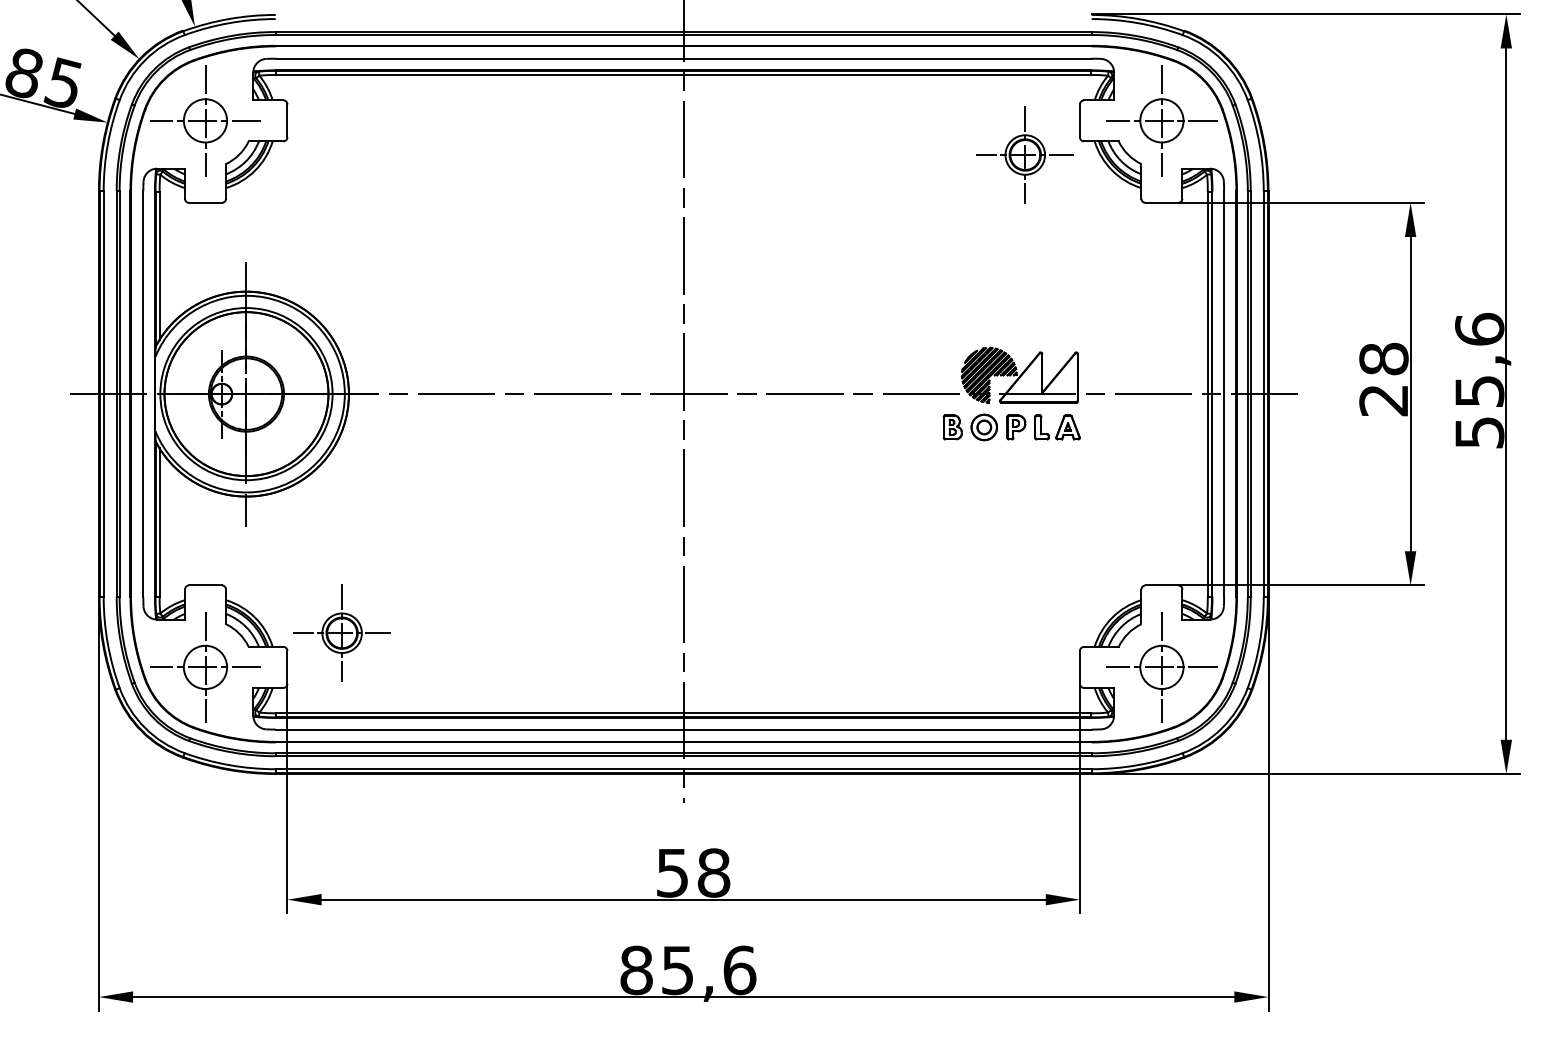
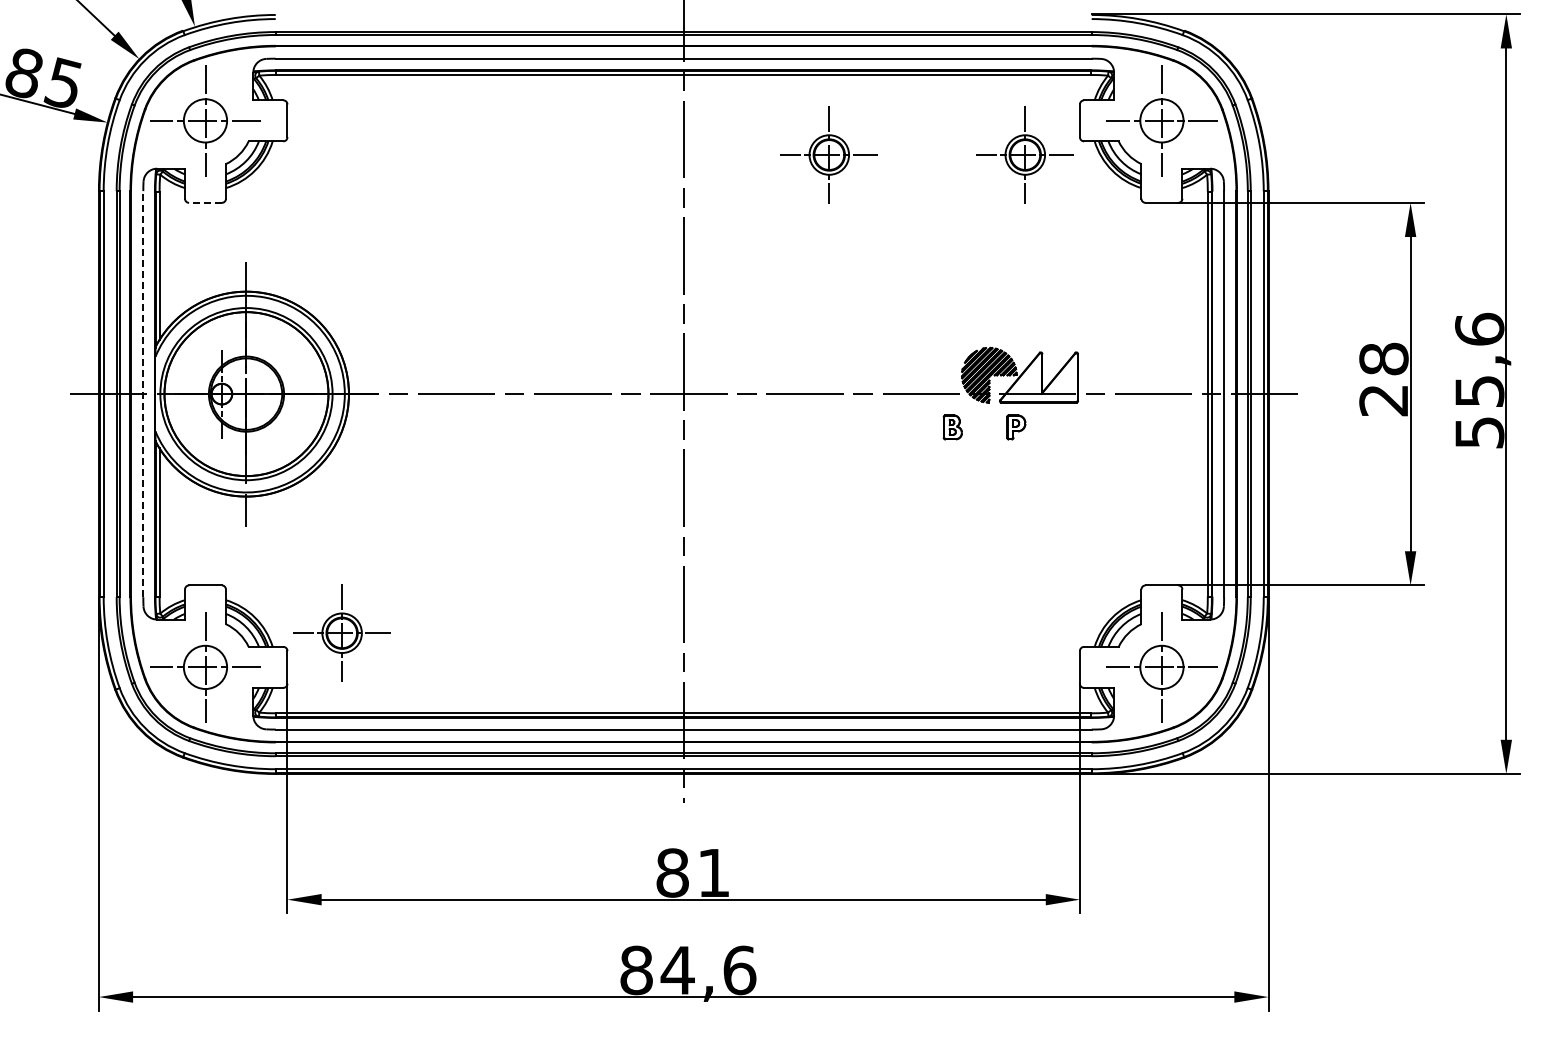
part at (828, 154): none -> present
line at (205, 202): solid -> dashed
line at (143, 393): solid -> dashed
part at (983, 427): present -> none
part at (1057, 427): present -> none
text at (693, 872): 58 -> 81
text at (677, 970): 85,6 -> 84,6
